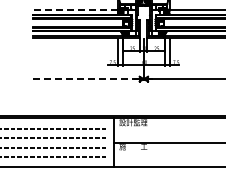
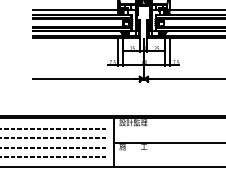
line at (75, 9): dashed -> solid
line at (85, 79): dashed -> solid
